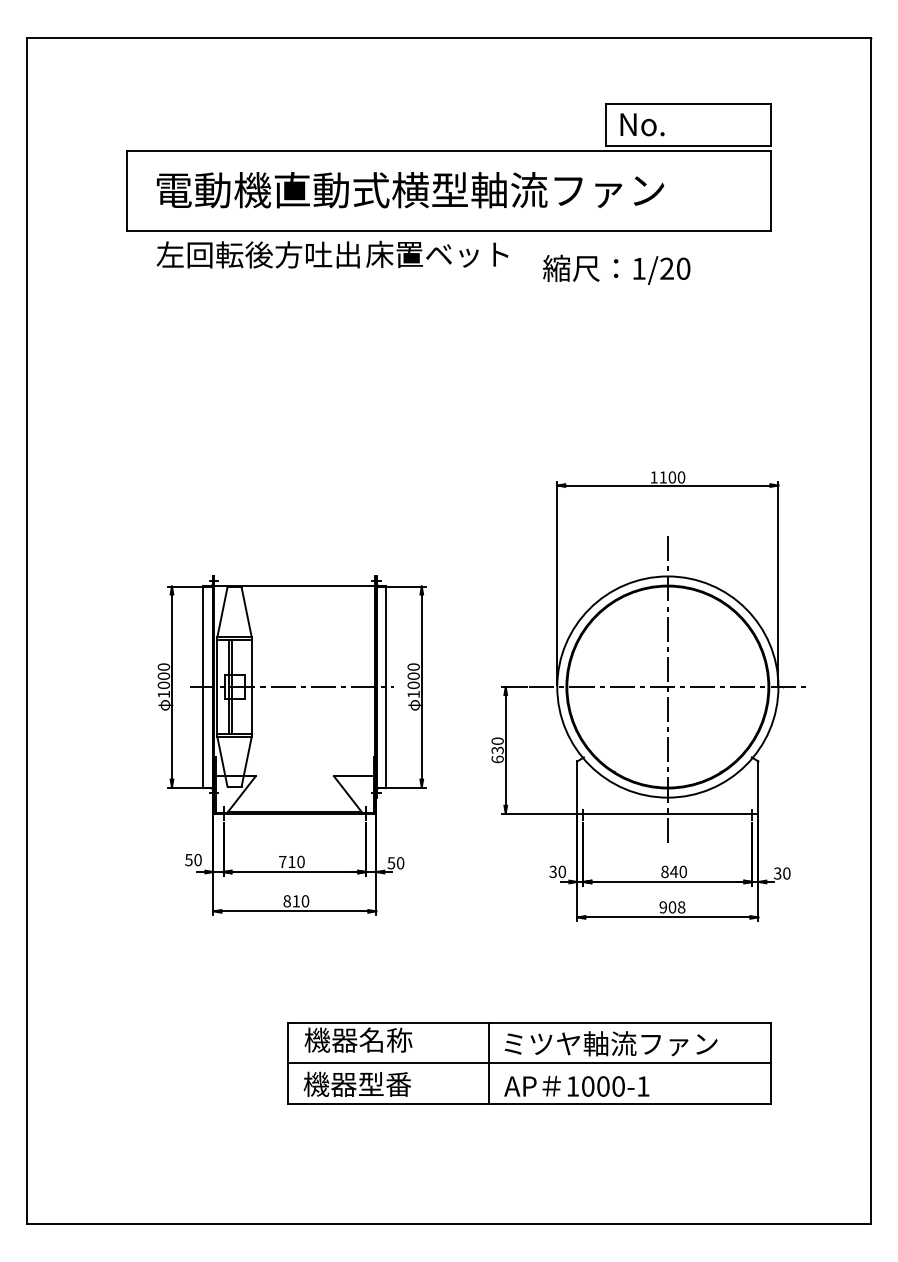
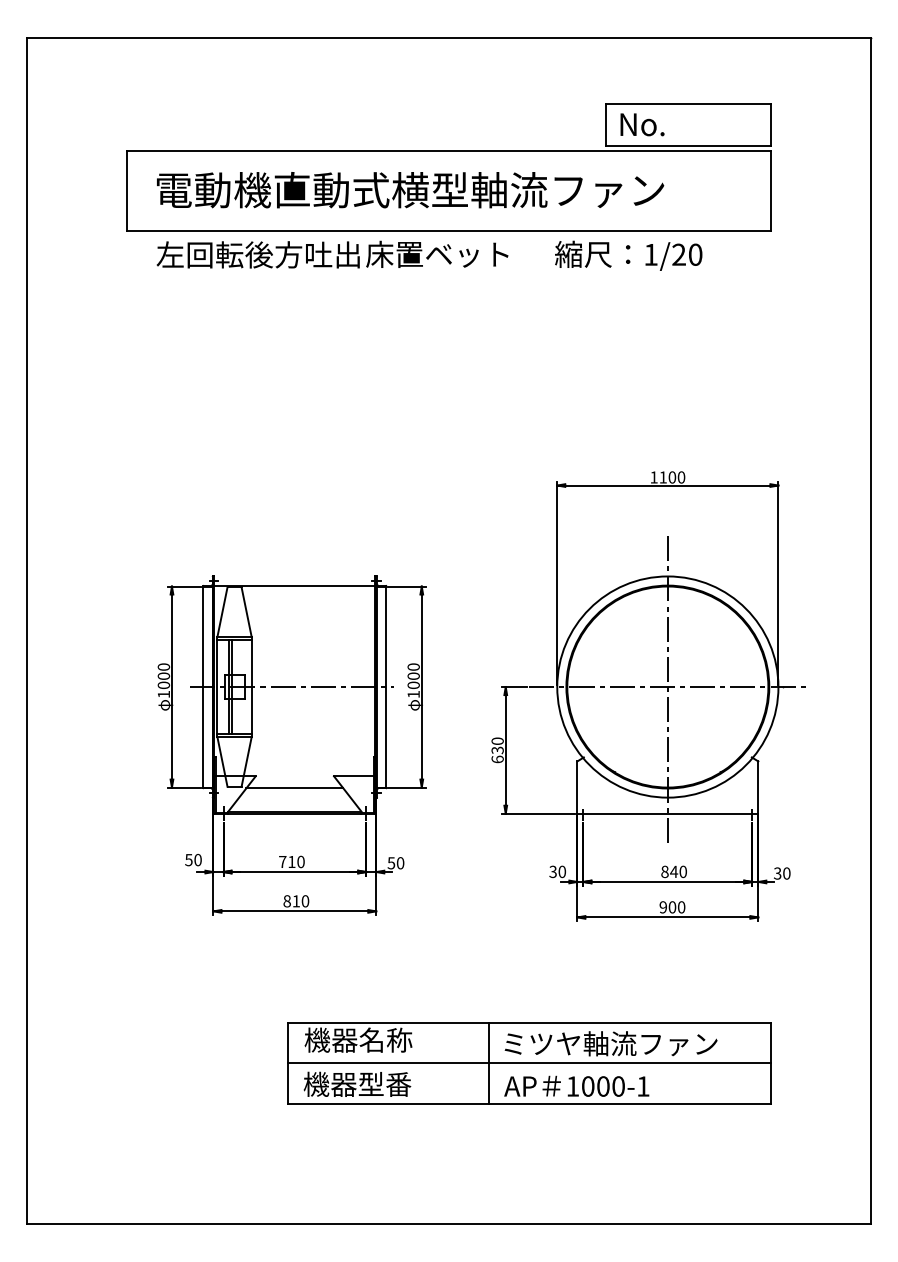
text at (616, 269) position: (616, 269) -> (628, 255)
line at (294, 788): none -> present
text at (681, 907): 908 -> 900
